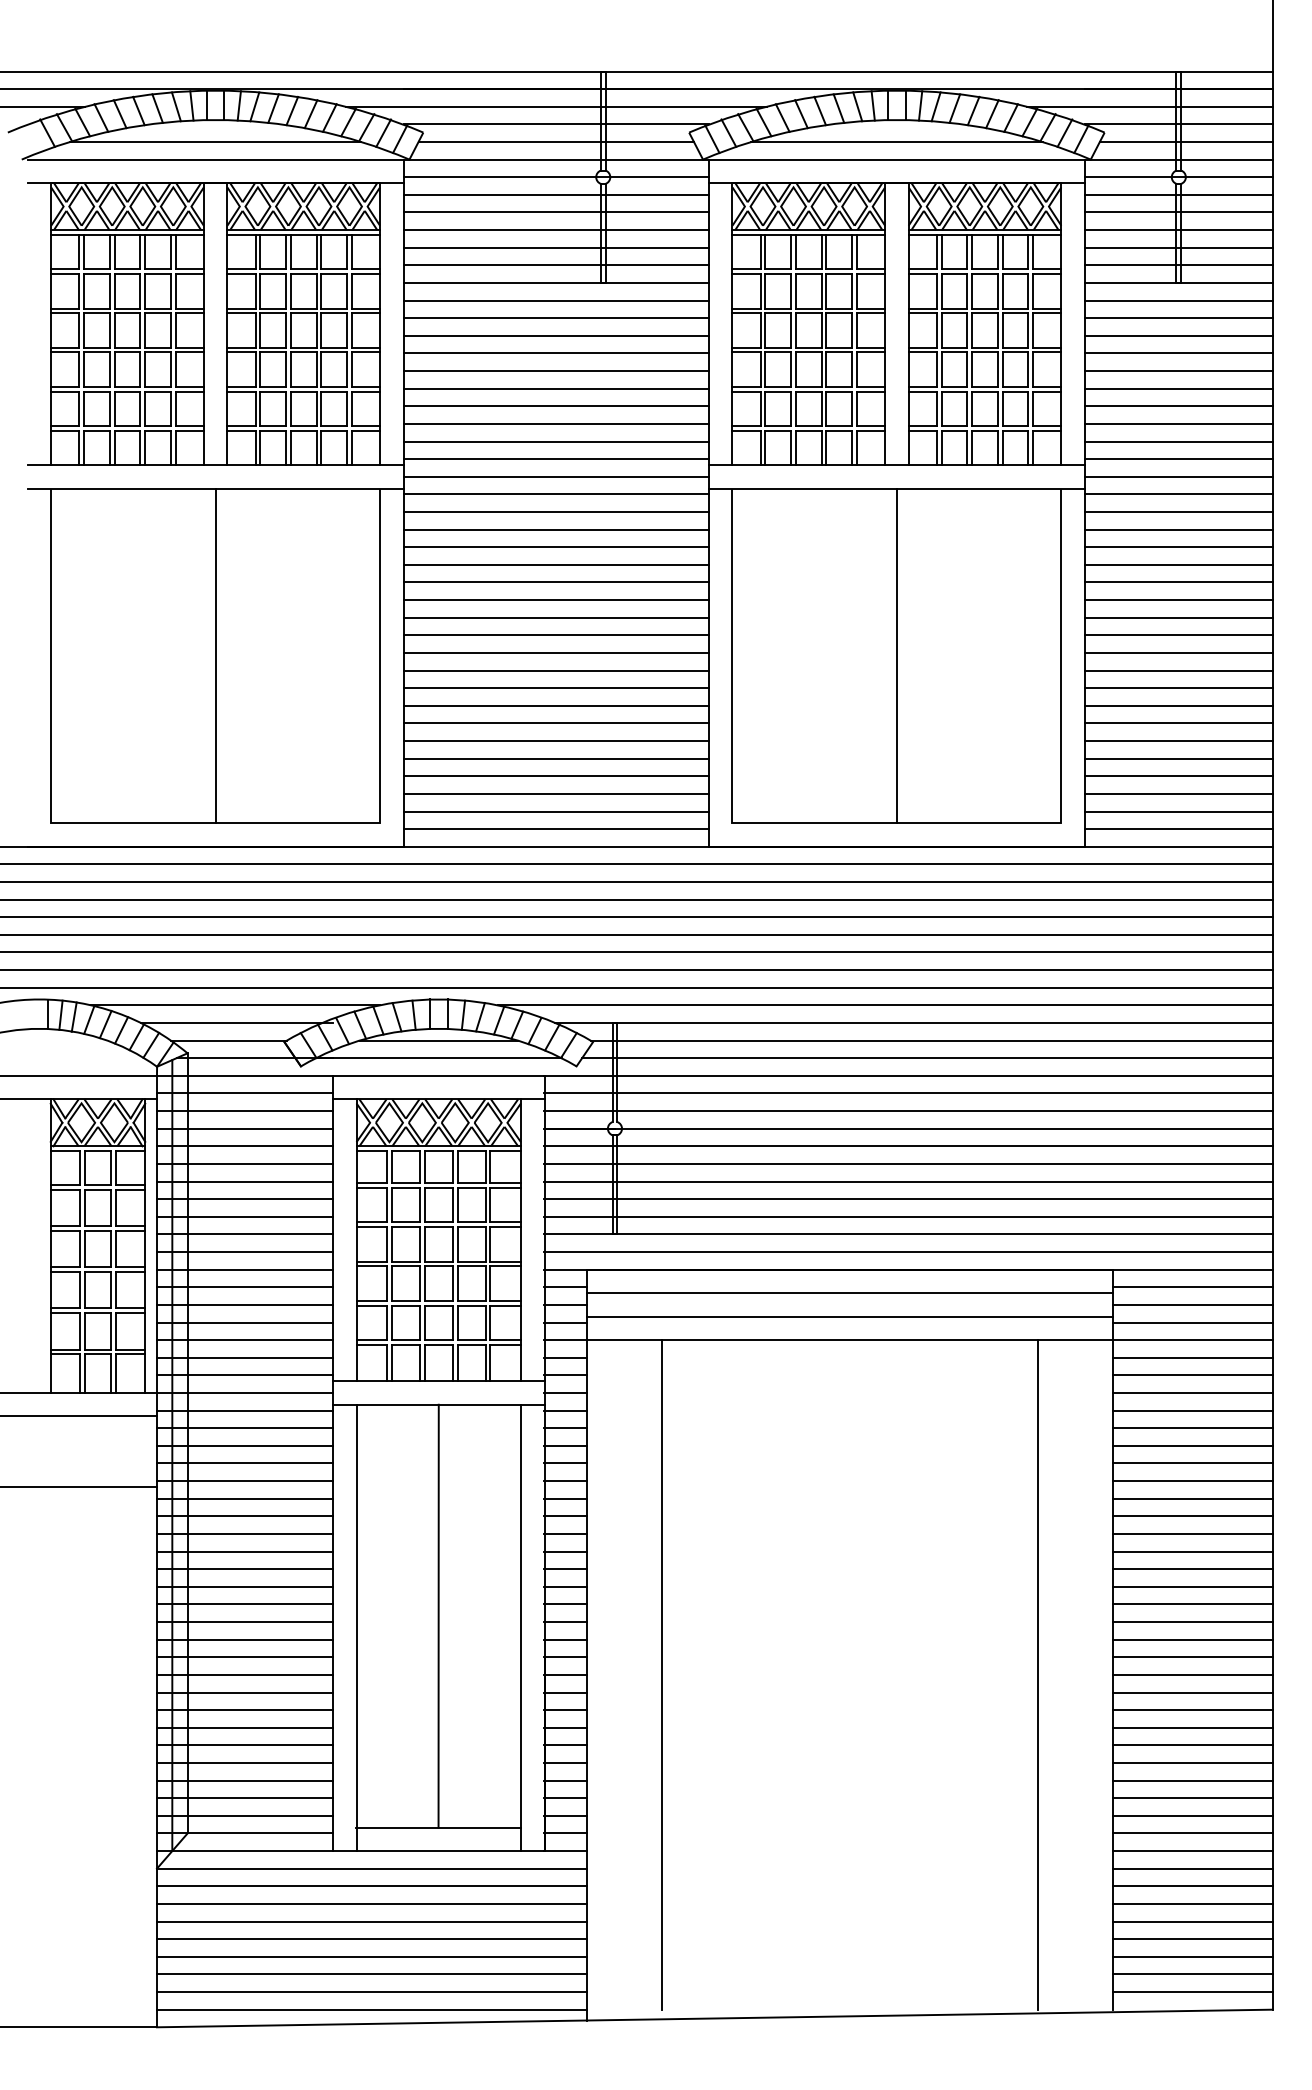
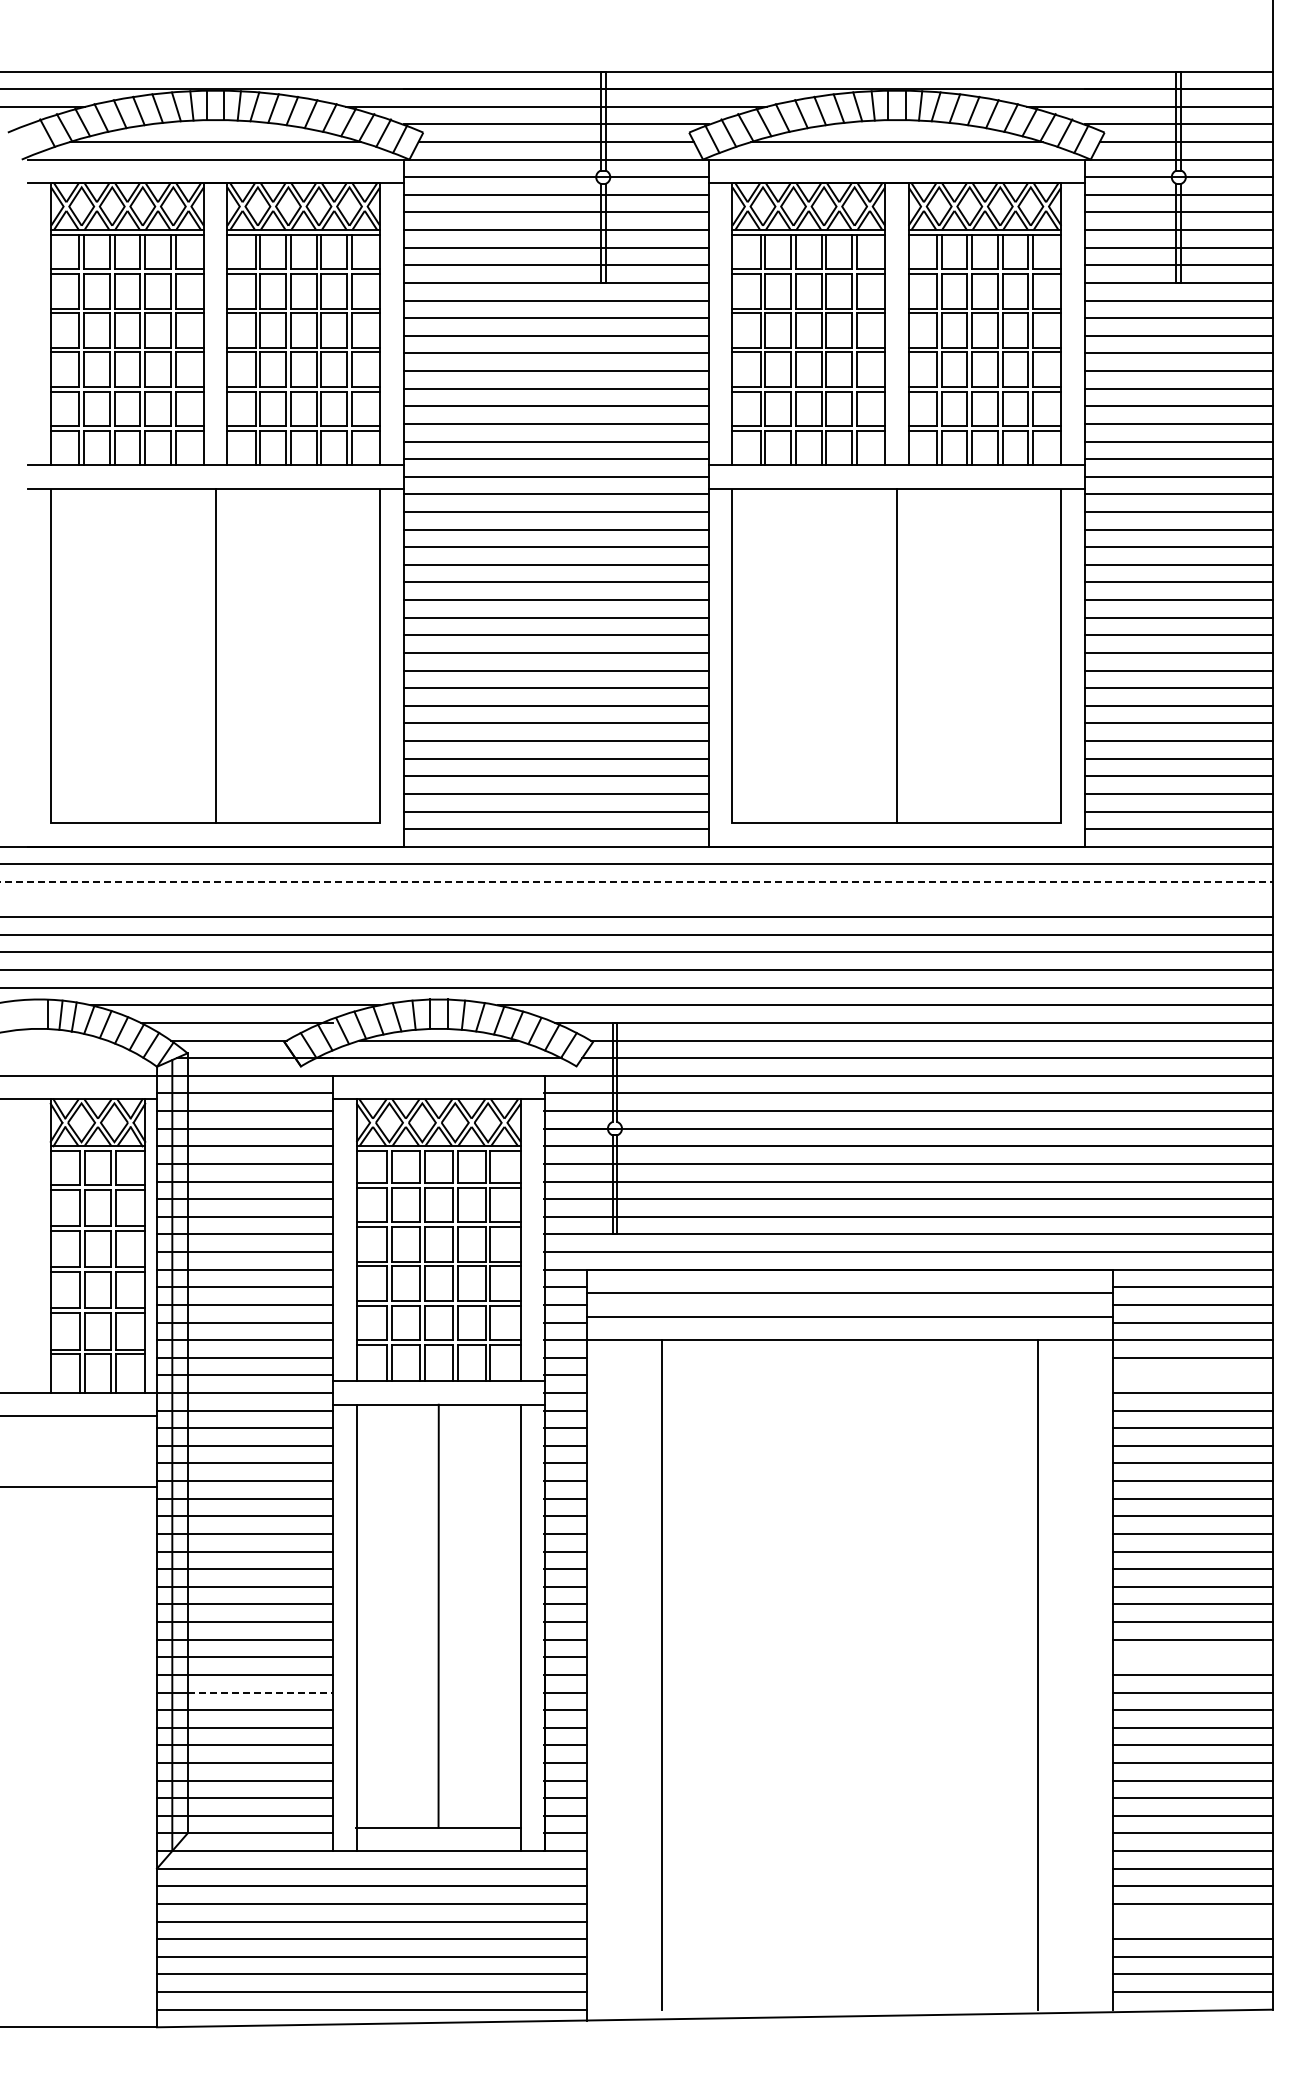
line at (636, 882): solid -> dashed
line at (637, 899): present -> none
line at (1192, 1375): present -> none
line at (1192, 1657): present -> none
line at (260, 1692): solid -> dashed
line at (1192, 1921): present -> none
